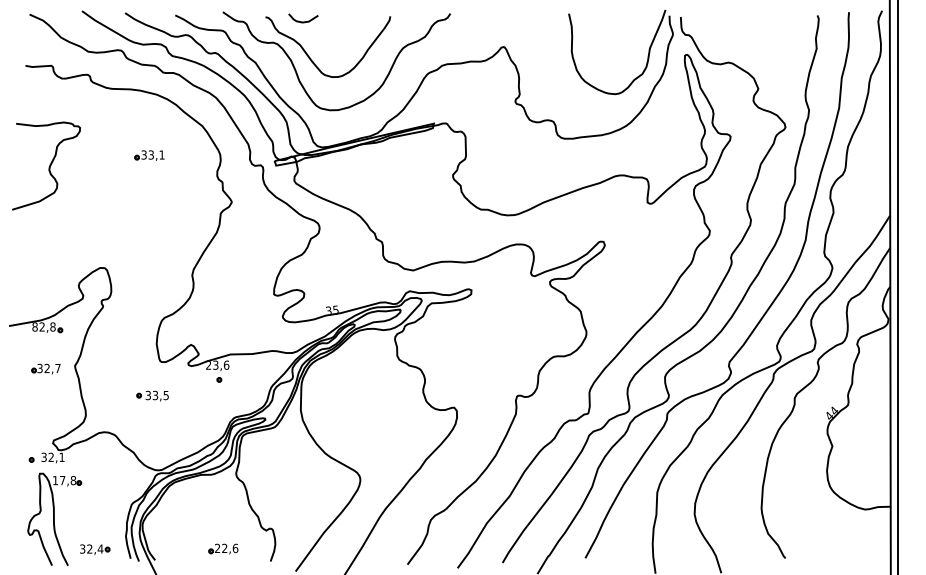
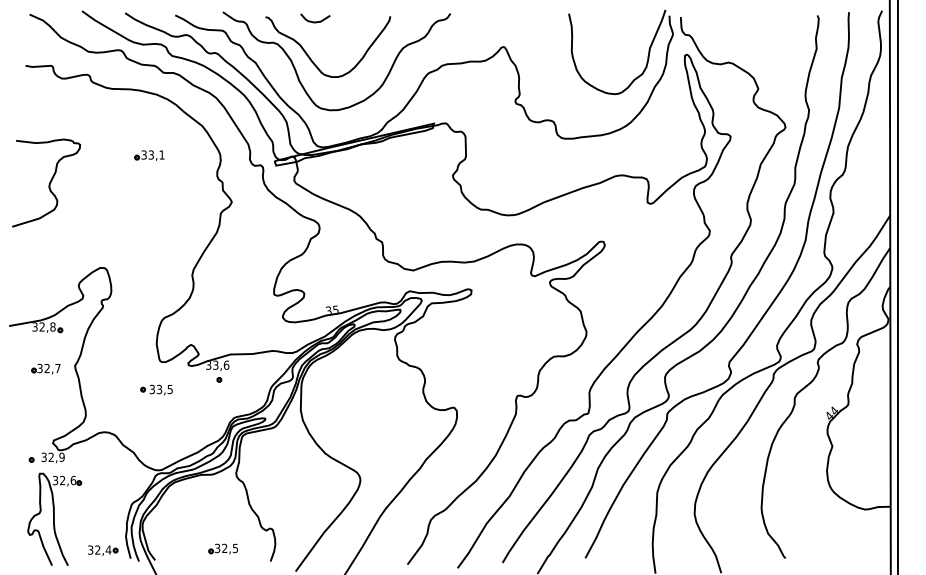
curve at (303, 21) position: (303, 21) -> (315, 21)
curve at (48, 167) position: (48, 167) -> (48, 184)
text at (34, 327): 82,8 -> 32,8
text at (208, 365): 23,6 -> 33,6
part at (152, 395) position: (152, 395) -> (156, 389)
text at (61, 456): 32,1 -> 32,9
text at (64, 480): 17,8 -> 32,6
text at (226, 548): 22,6 -> 32,5
part at (95, 549) position: (95, 549) -> (103, 550)
